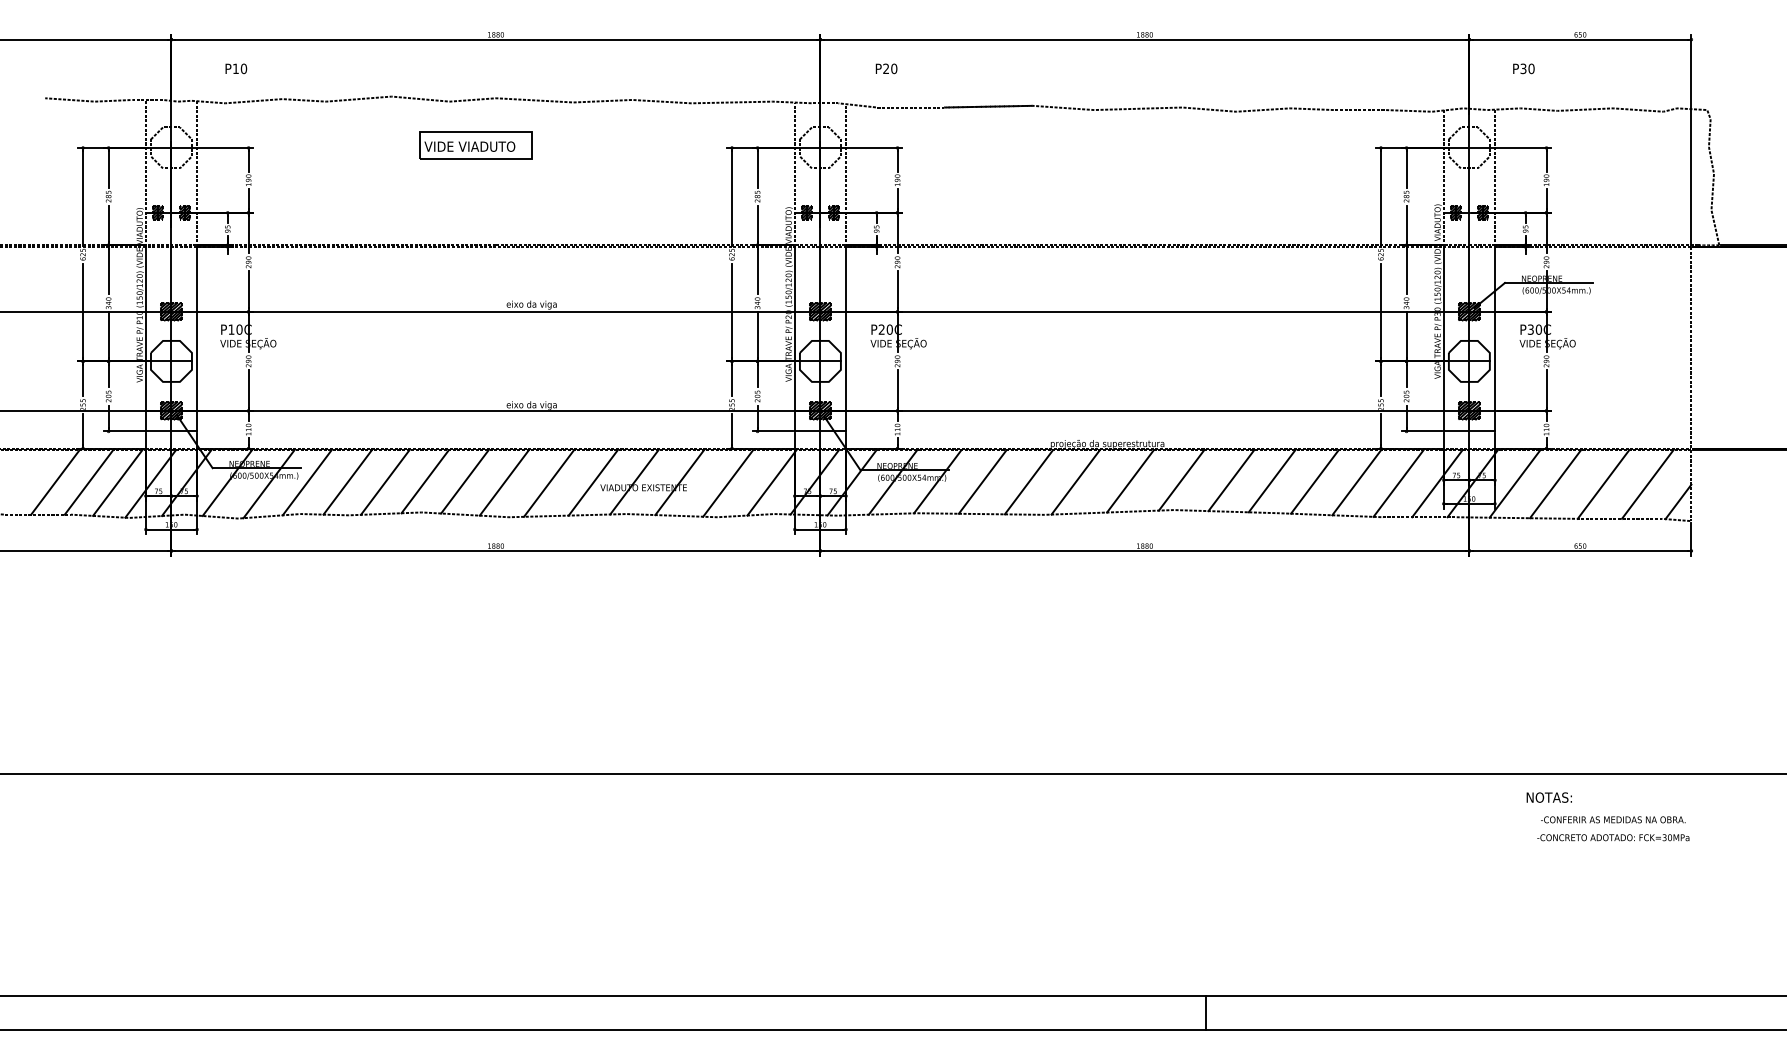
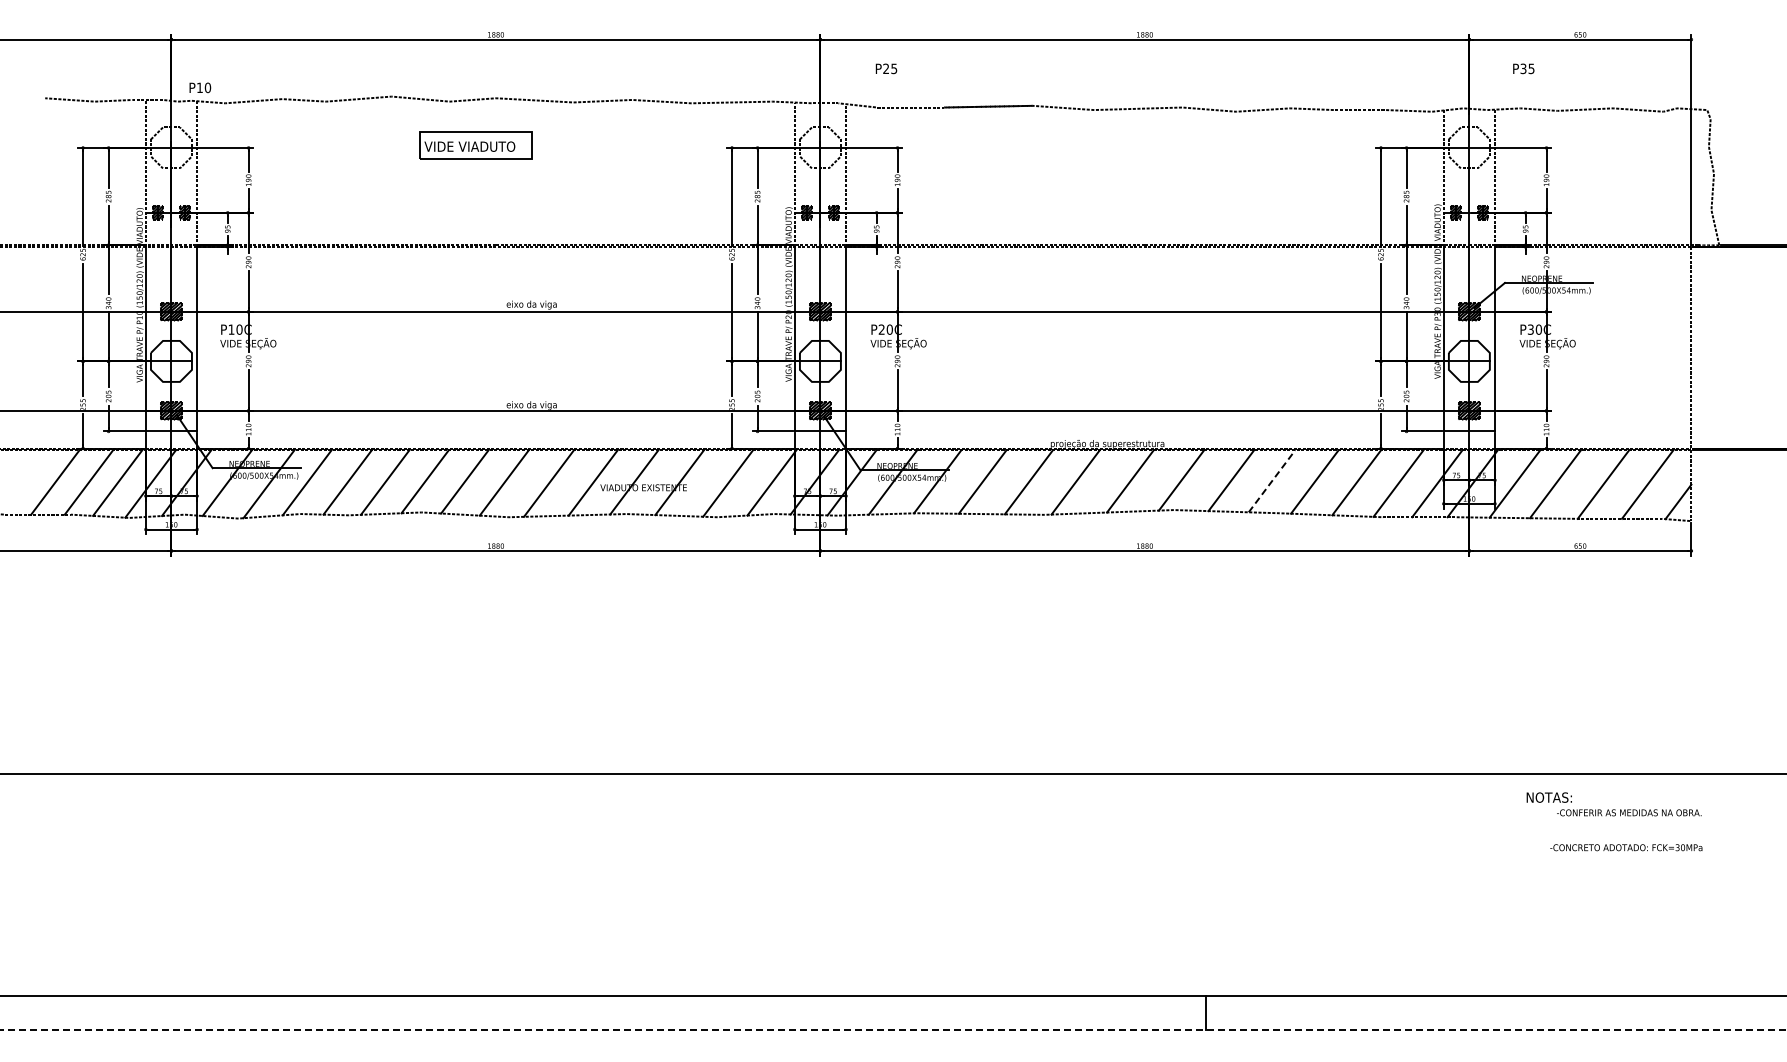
text at (236, 68) position: (236, 68) -> (200, 87)
text at (894, 68): P20 -> P25
text at (1531, 68): P30 -> P35
line at (1272, 481): solid -> dashed
text at (1613, 819) position: (1613, 819) -> (1629, 812)
text at (1613, 837) position: (1613, 837) -> (1626, 847)
line at (893, 1029): solid -> dashed
